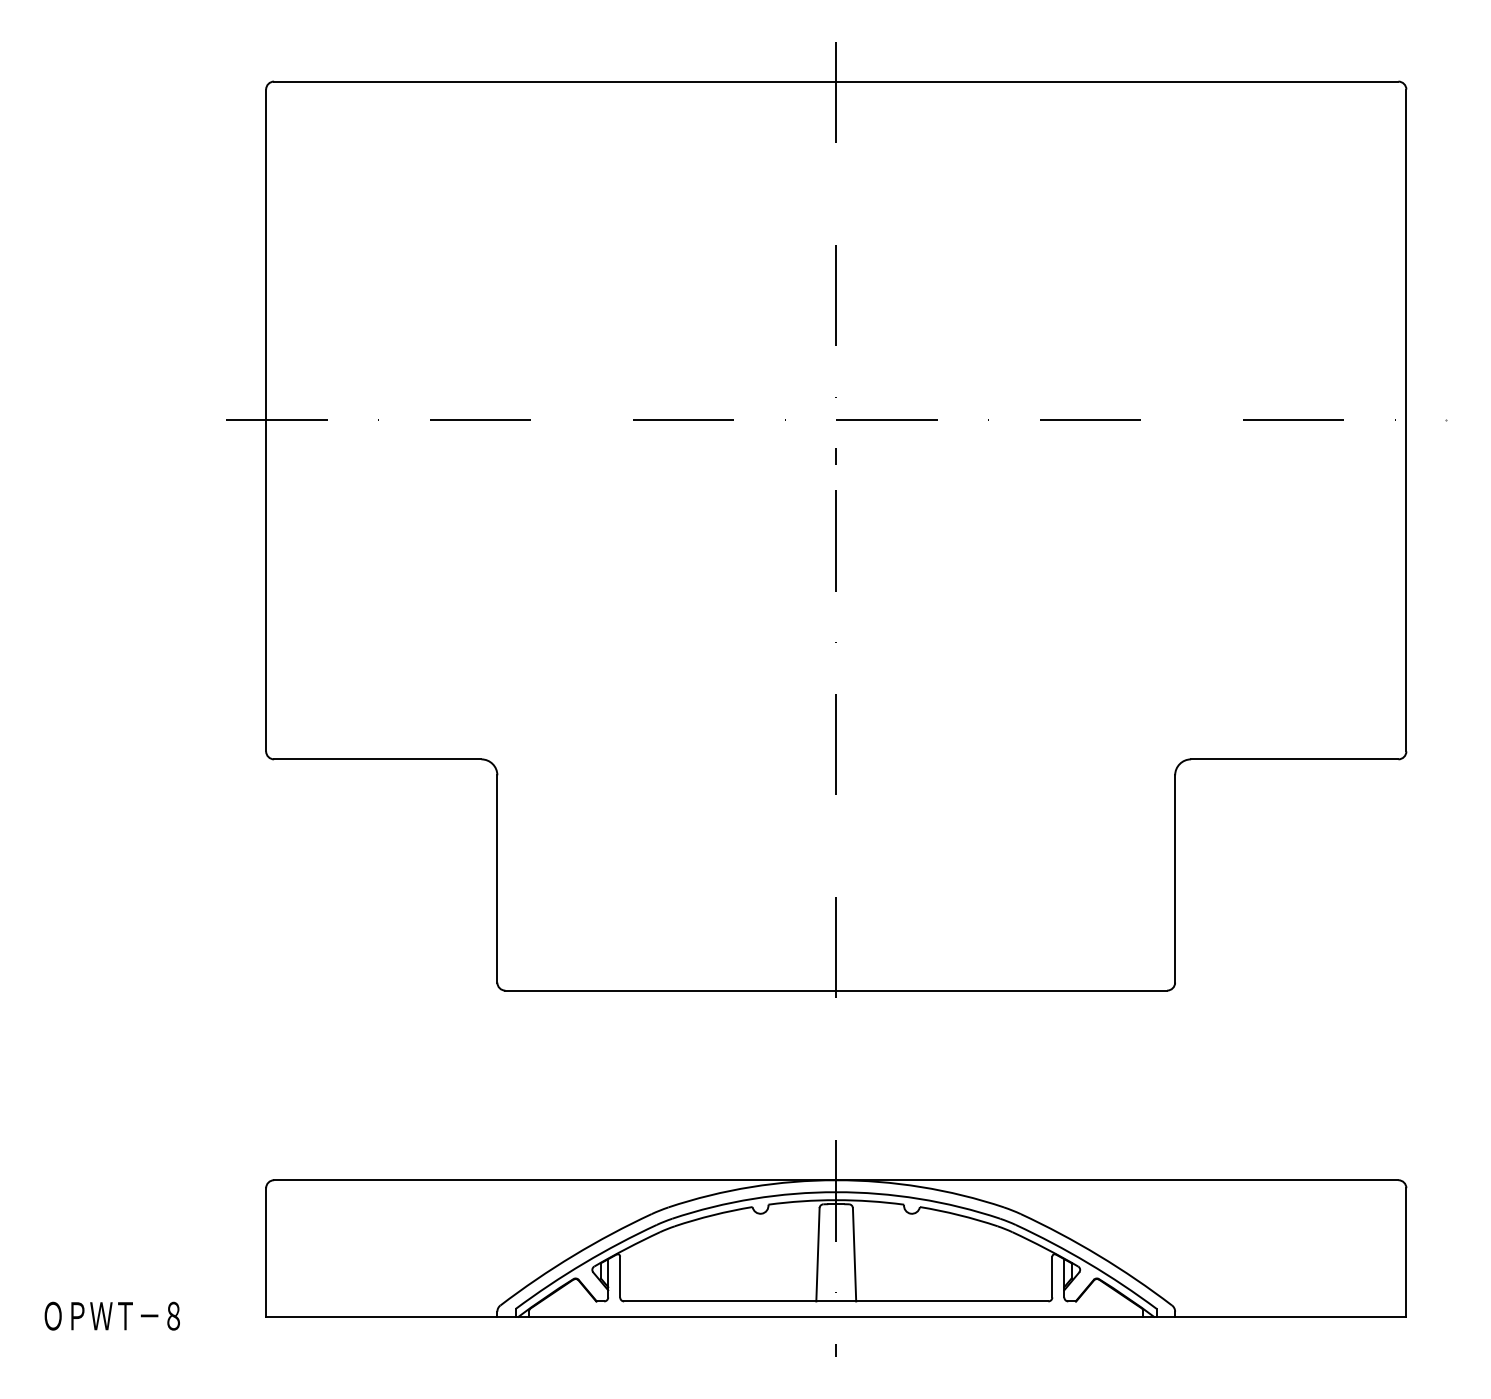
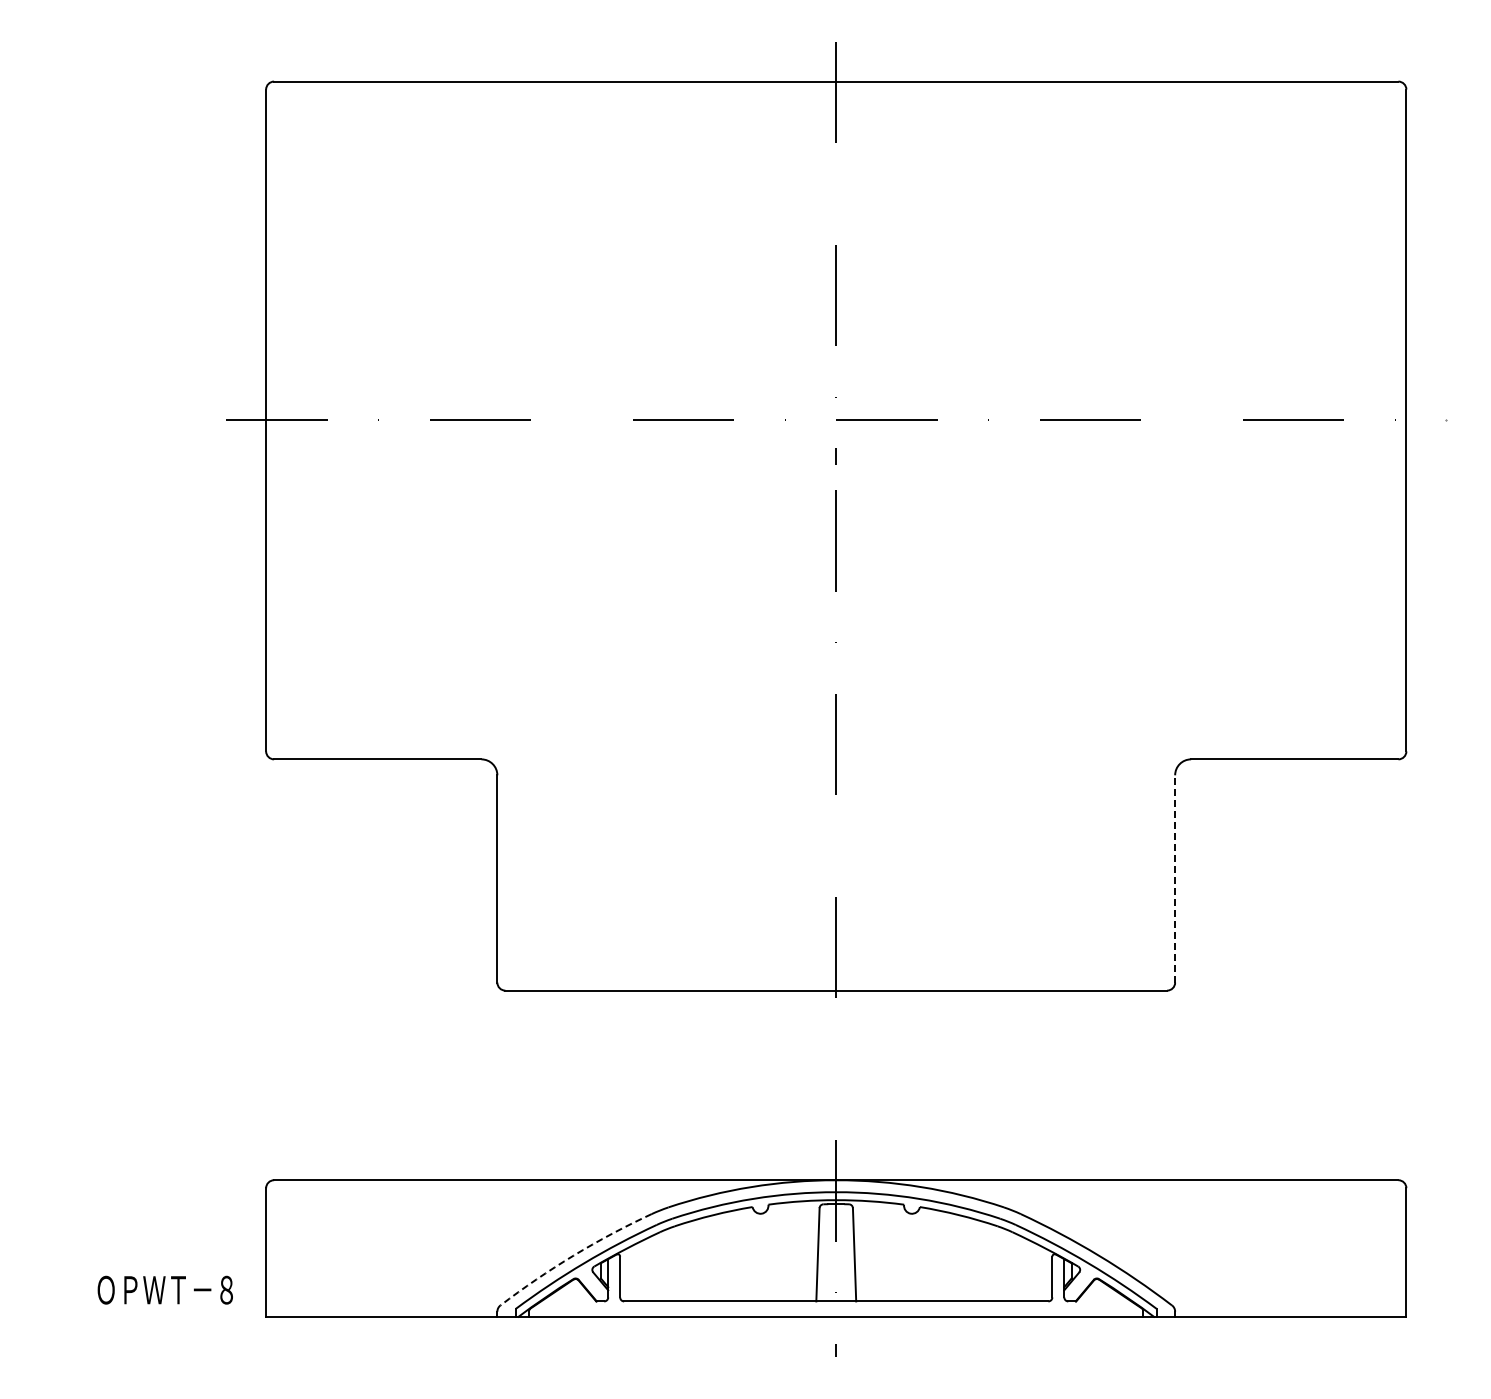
line at (1175, 878): solid -> dashed
arc at (573, 1255): solid -> dashed
text at (111, 1315) position: (111, 1315) -> (164, 1289)
